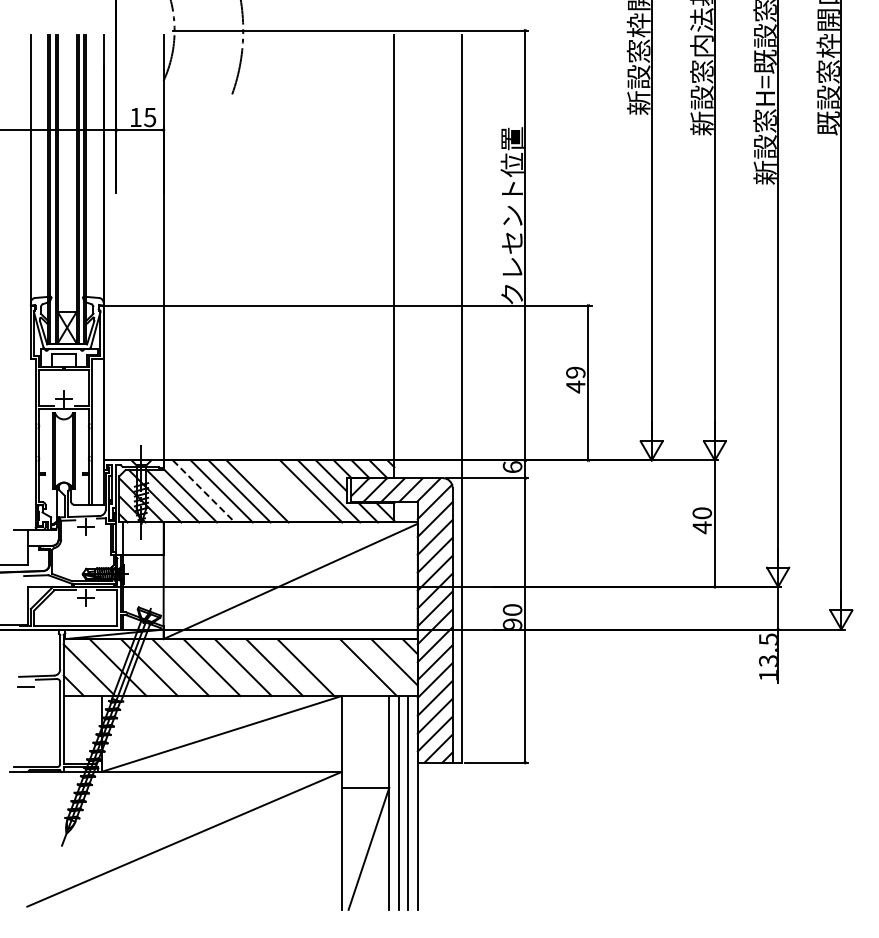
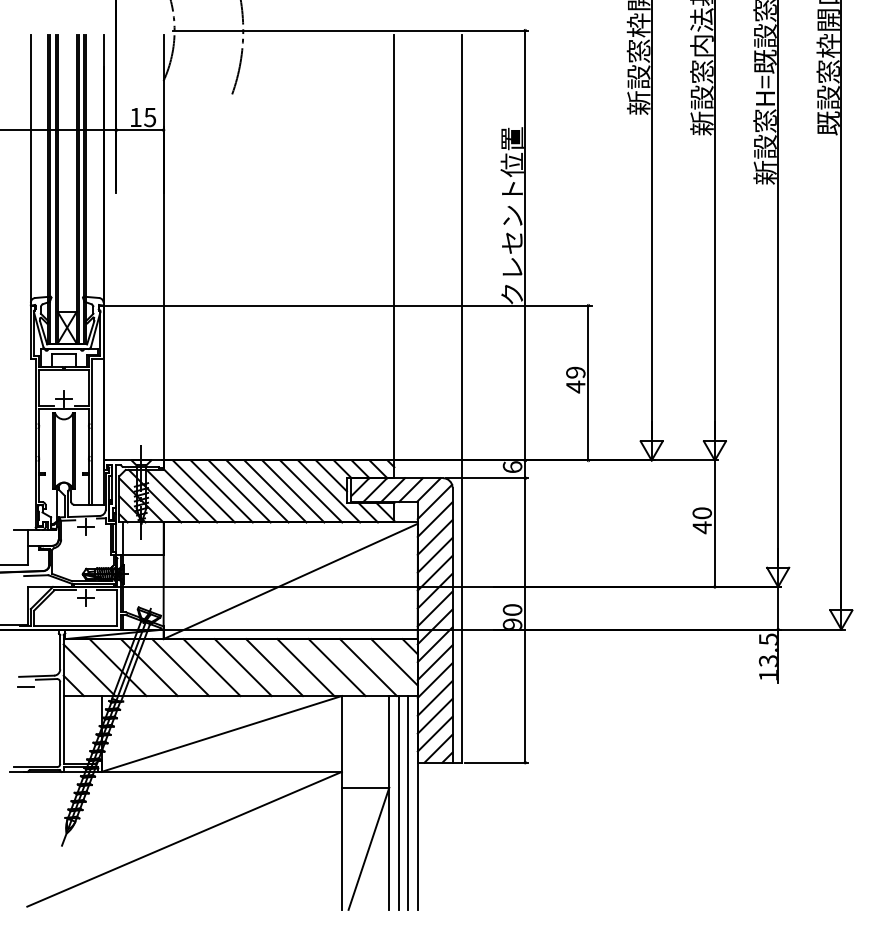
line at (203, 491): dashed -> solid
line at (275, 491): none -> present
line at (293, 491): none -> present
line at (336, 667): none -> present
